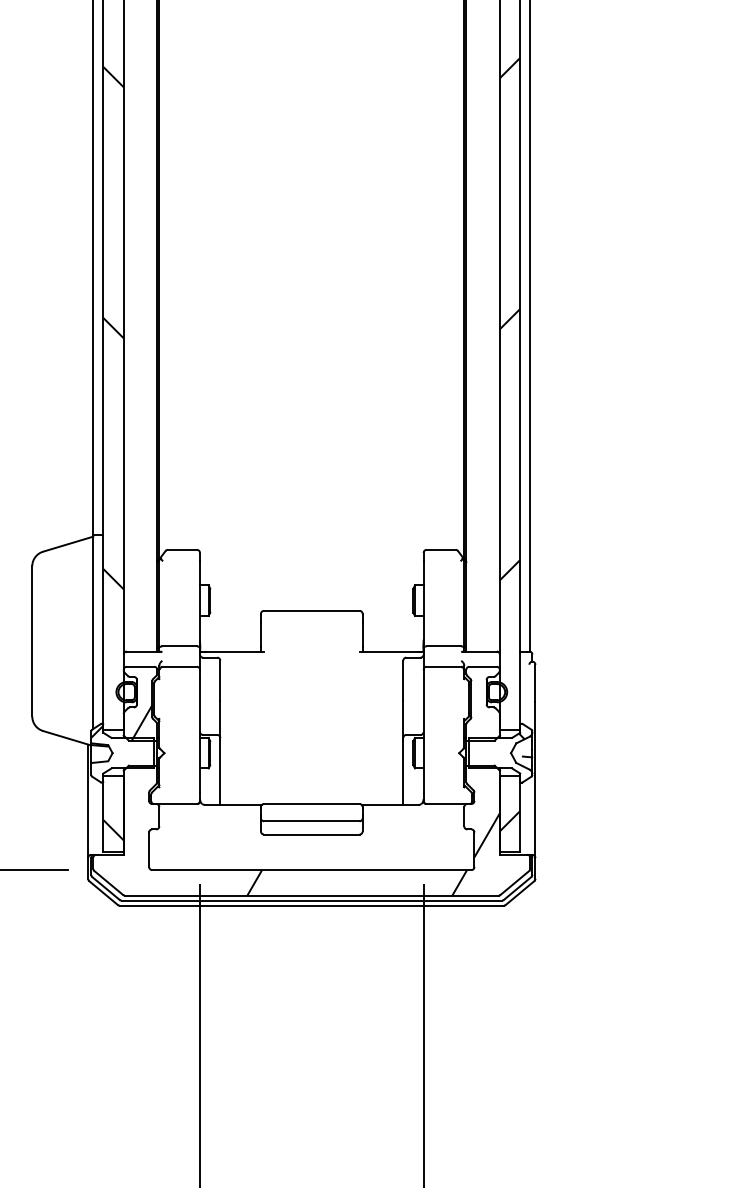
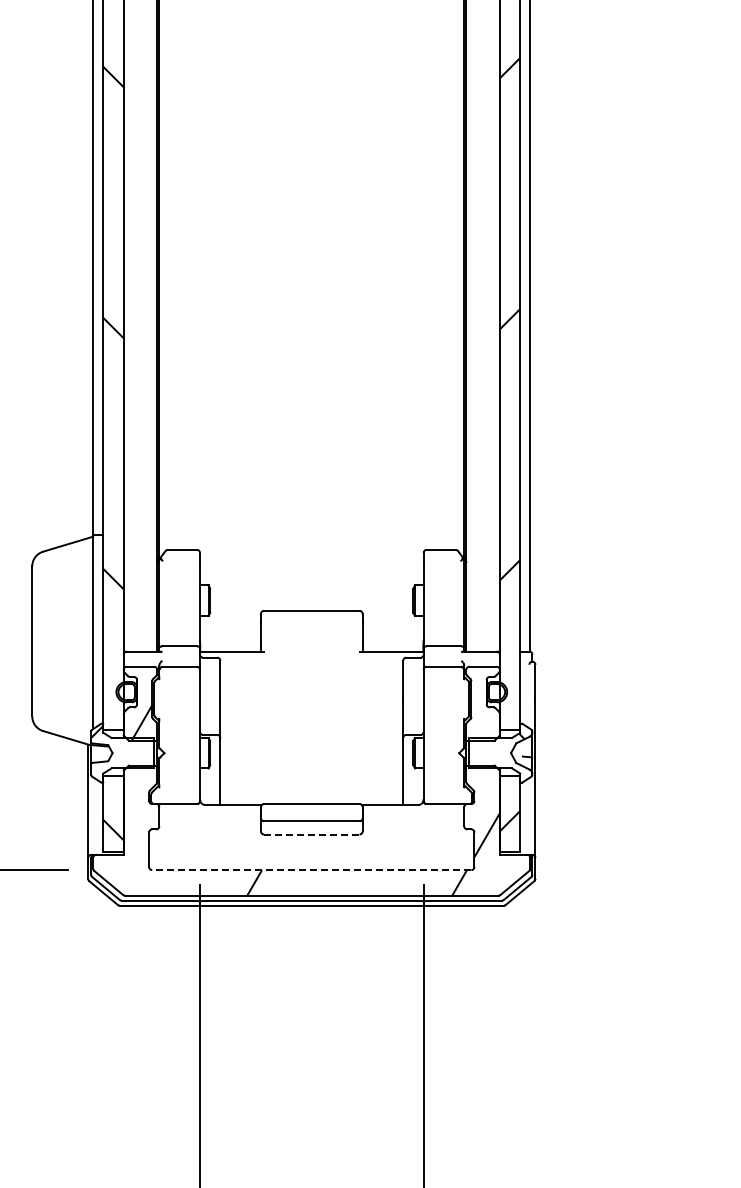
line at (311, 834): solid -> dashed
line at (311, 870): solid -> dashed
